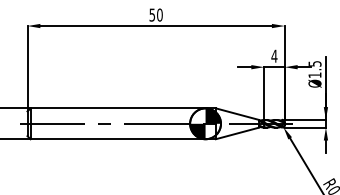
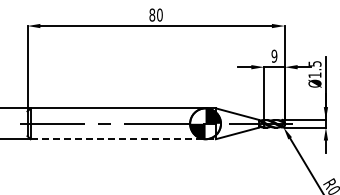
text at (152, 14): 50 -> 80
text at (274, 55): 4 -> 9
line at (123, 139): solid -> dashed
